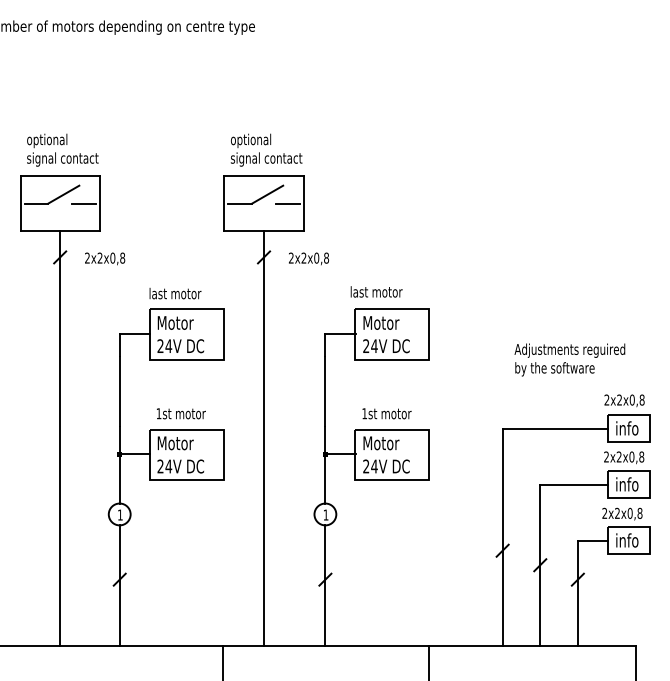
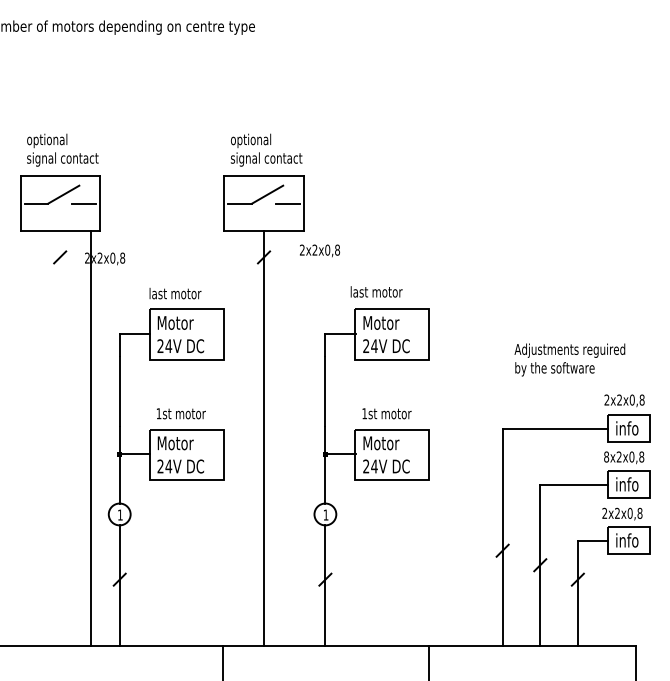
text at (308, 258) position: (308, 258) -> (319, 250)
line at (60, 438) position: (60, 438) -> (91, 438)
text at (606, 456): 2x2x0,8 -> 8x2x0,8
